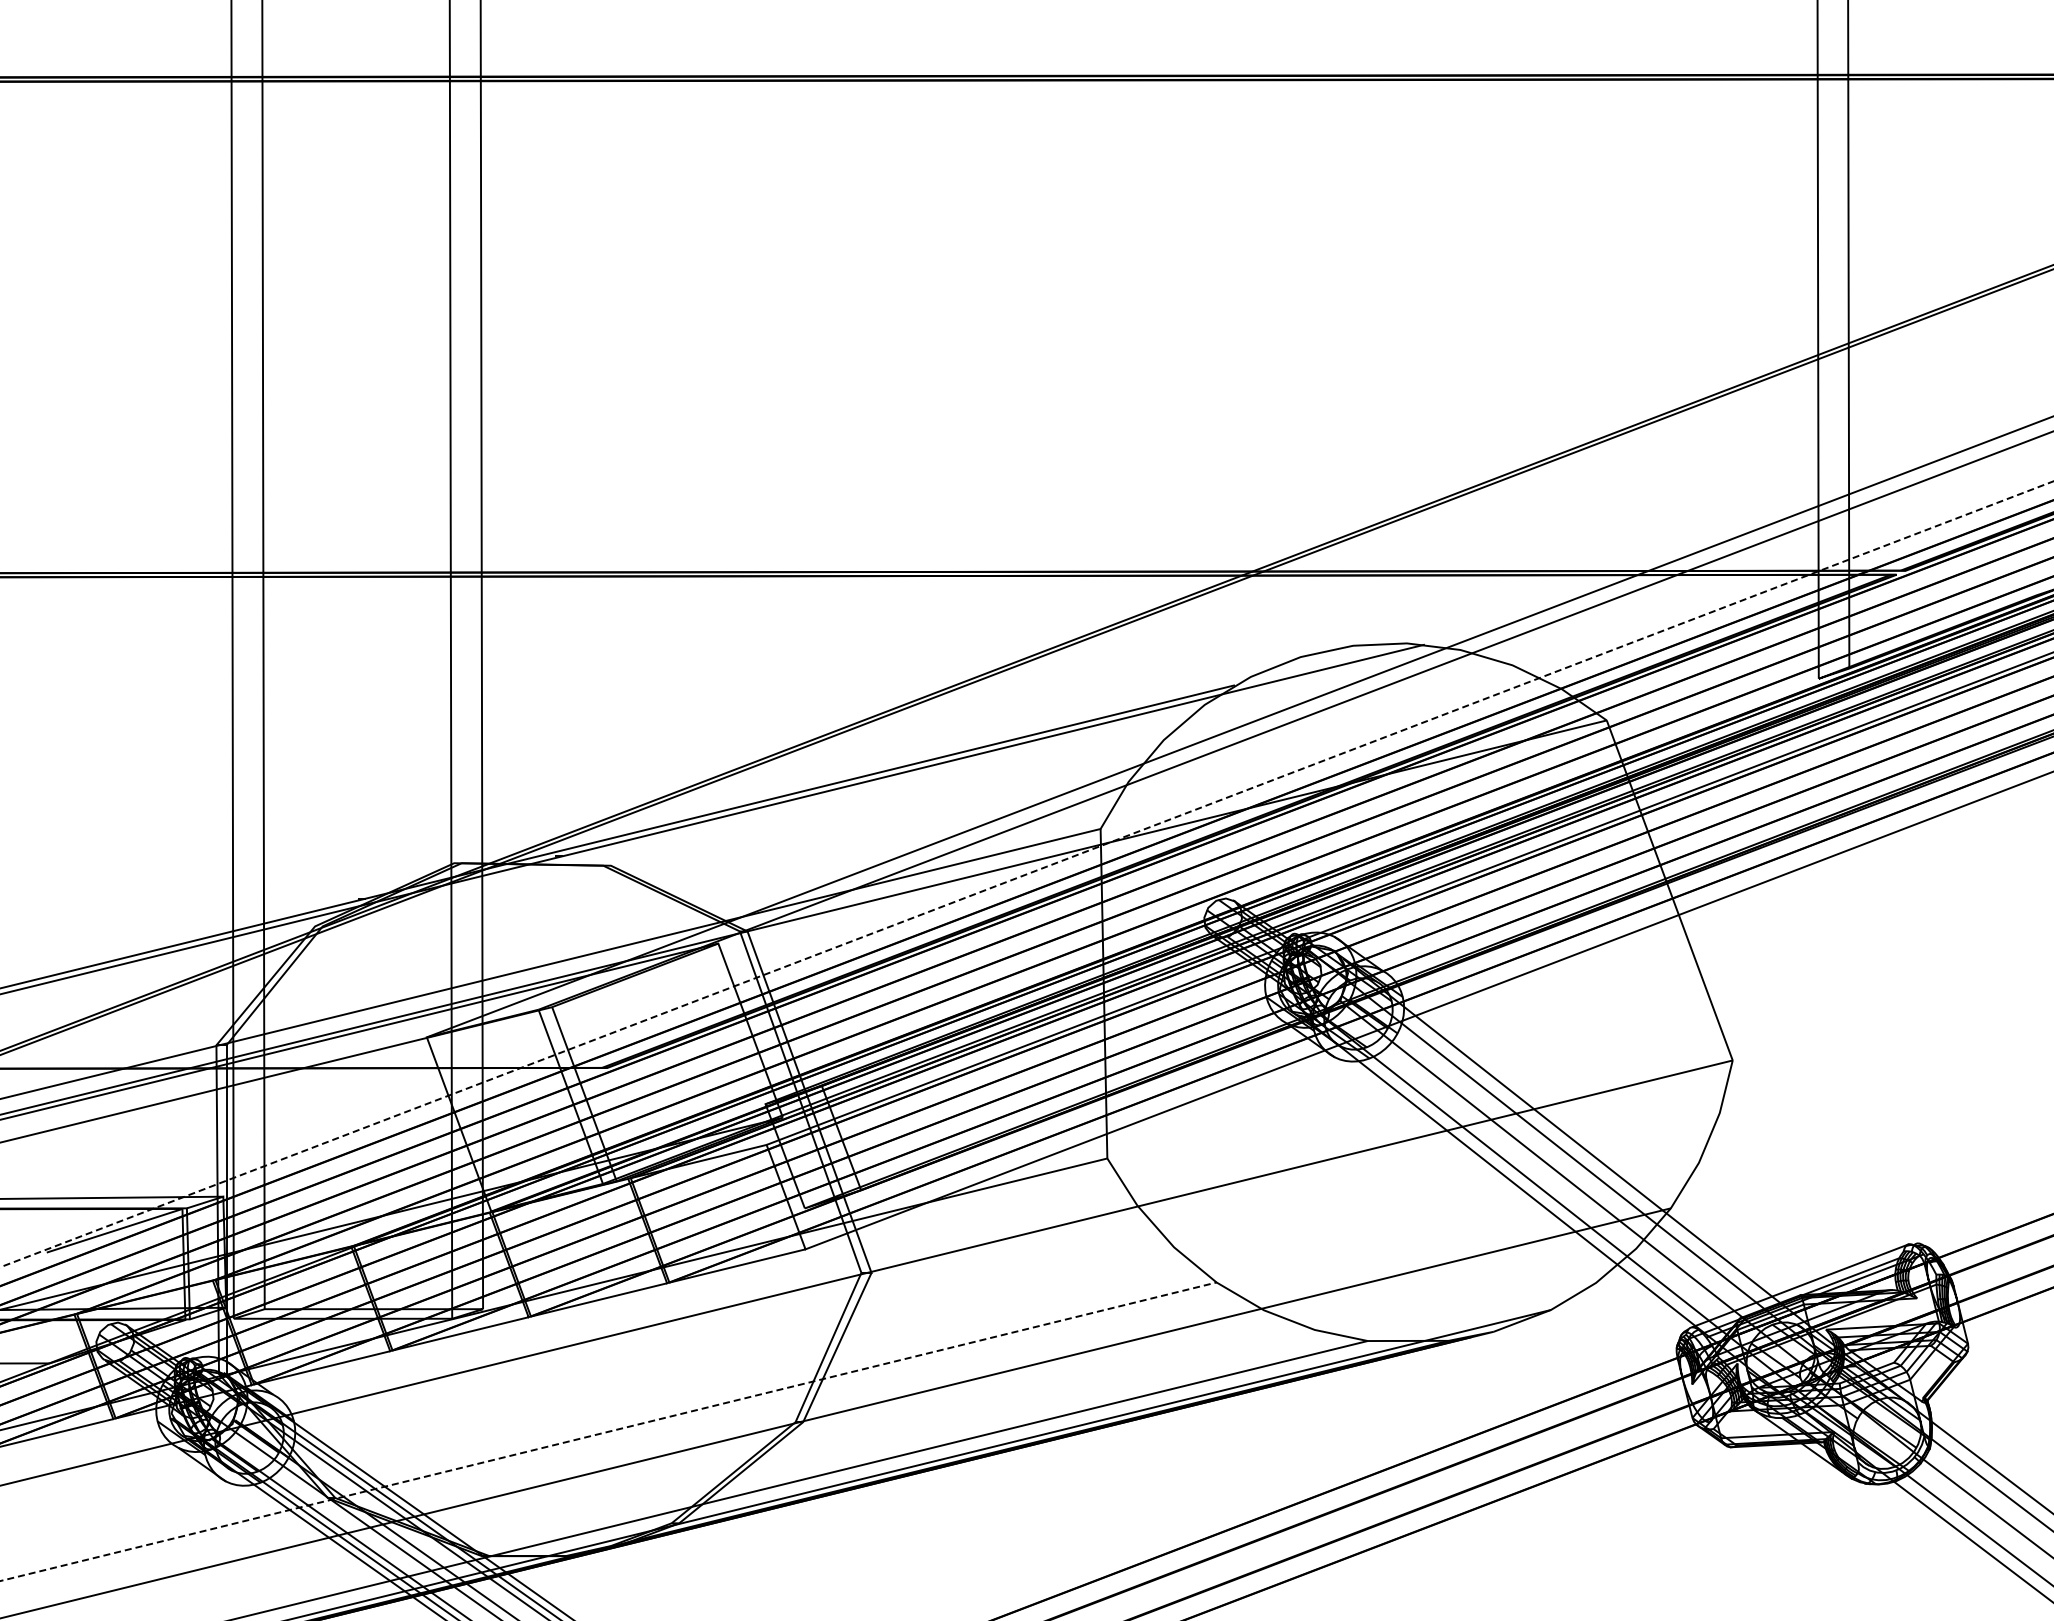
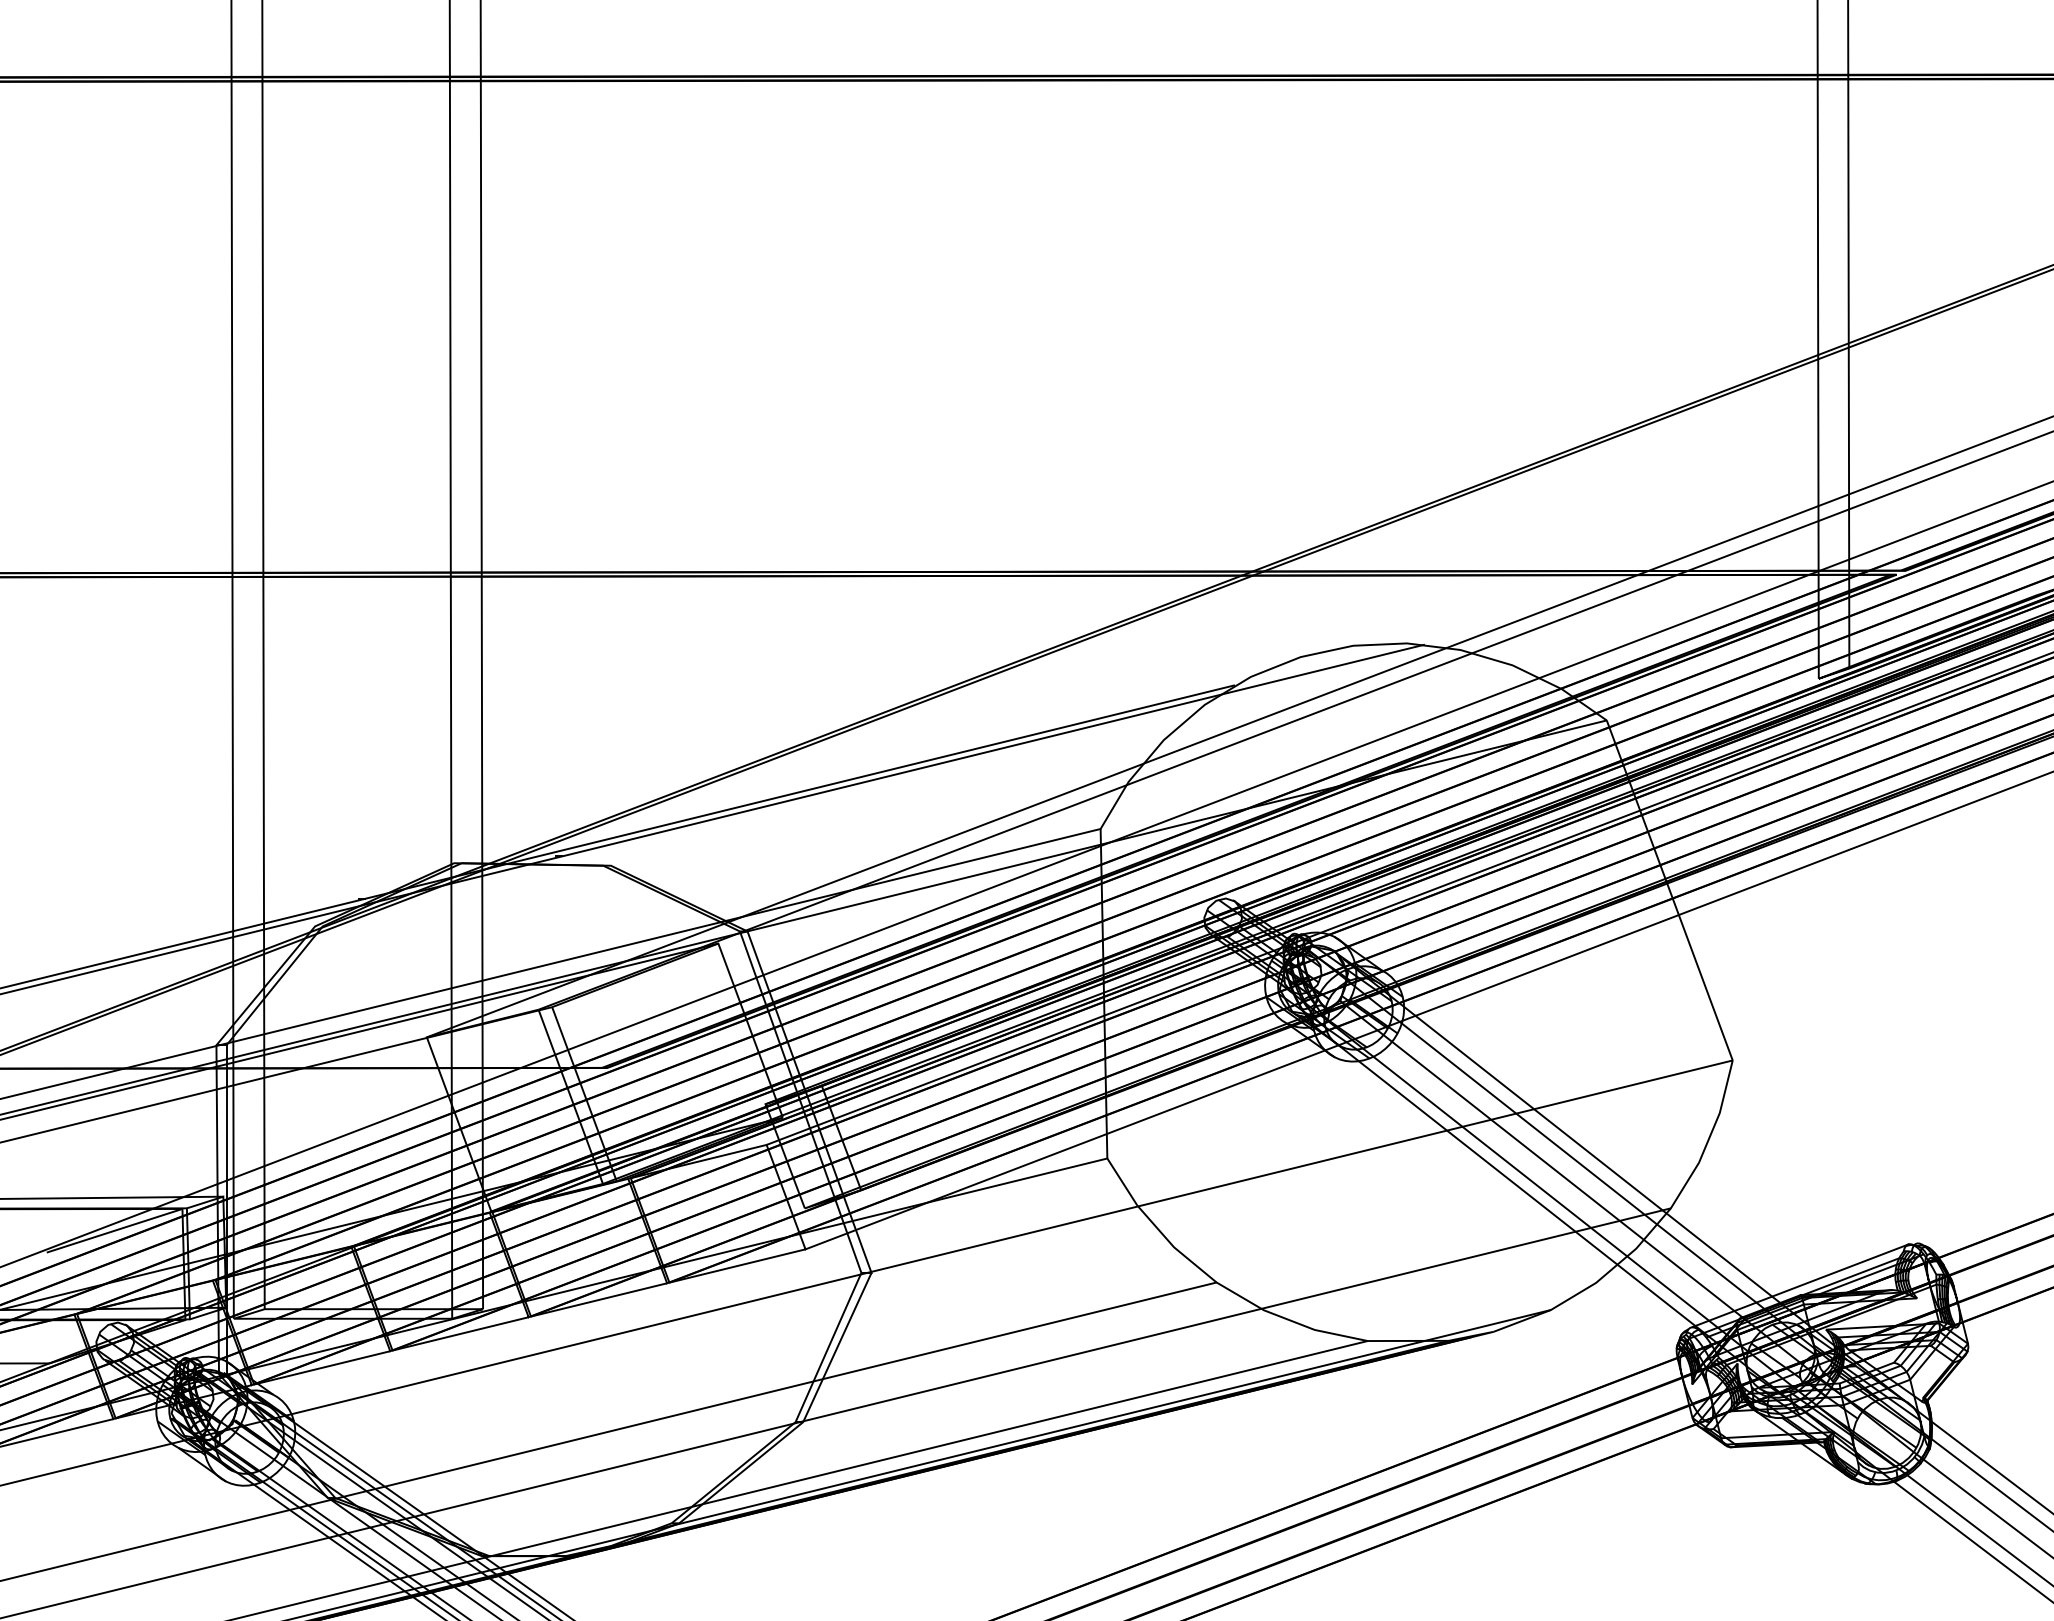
line at (1026, 874): dashed -> solid
line at (608, 1431): dashed -> solid
